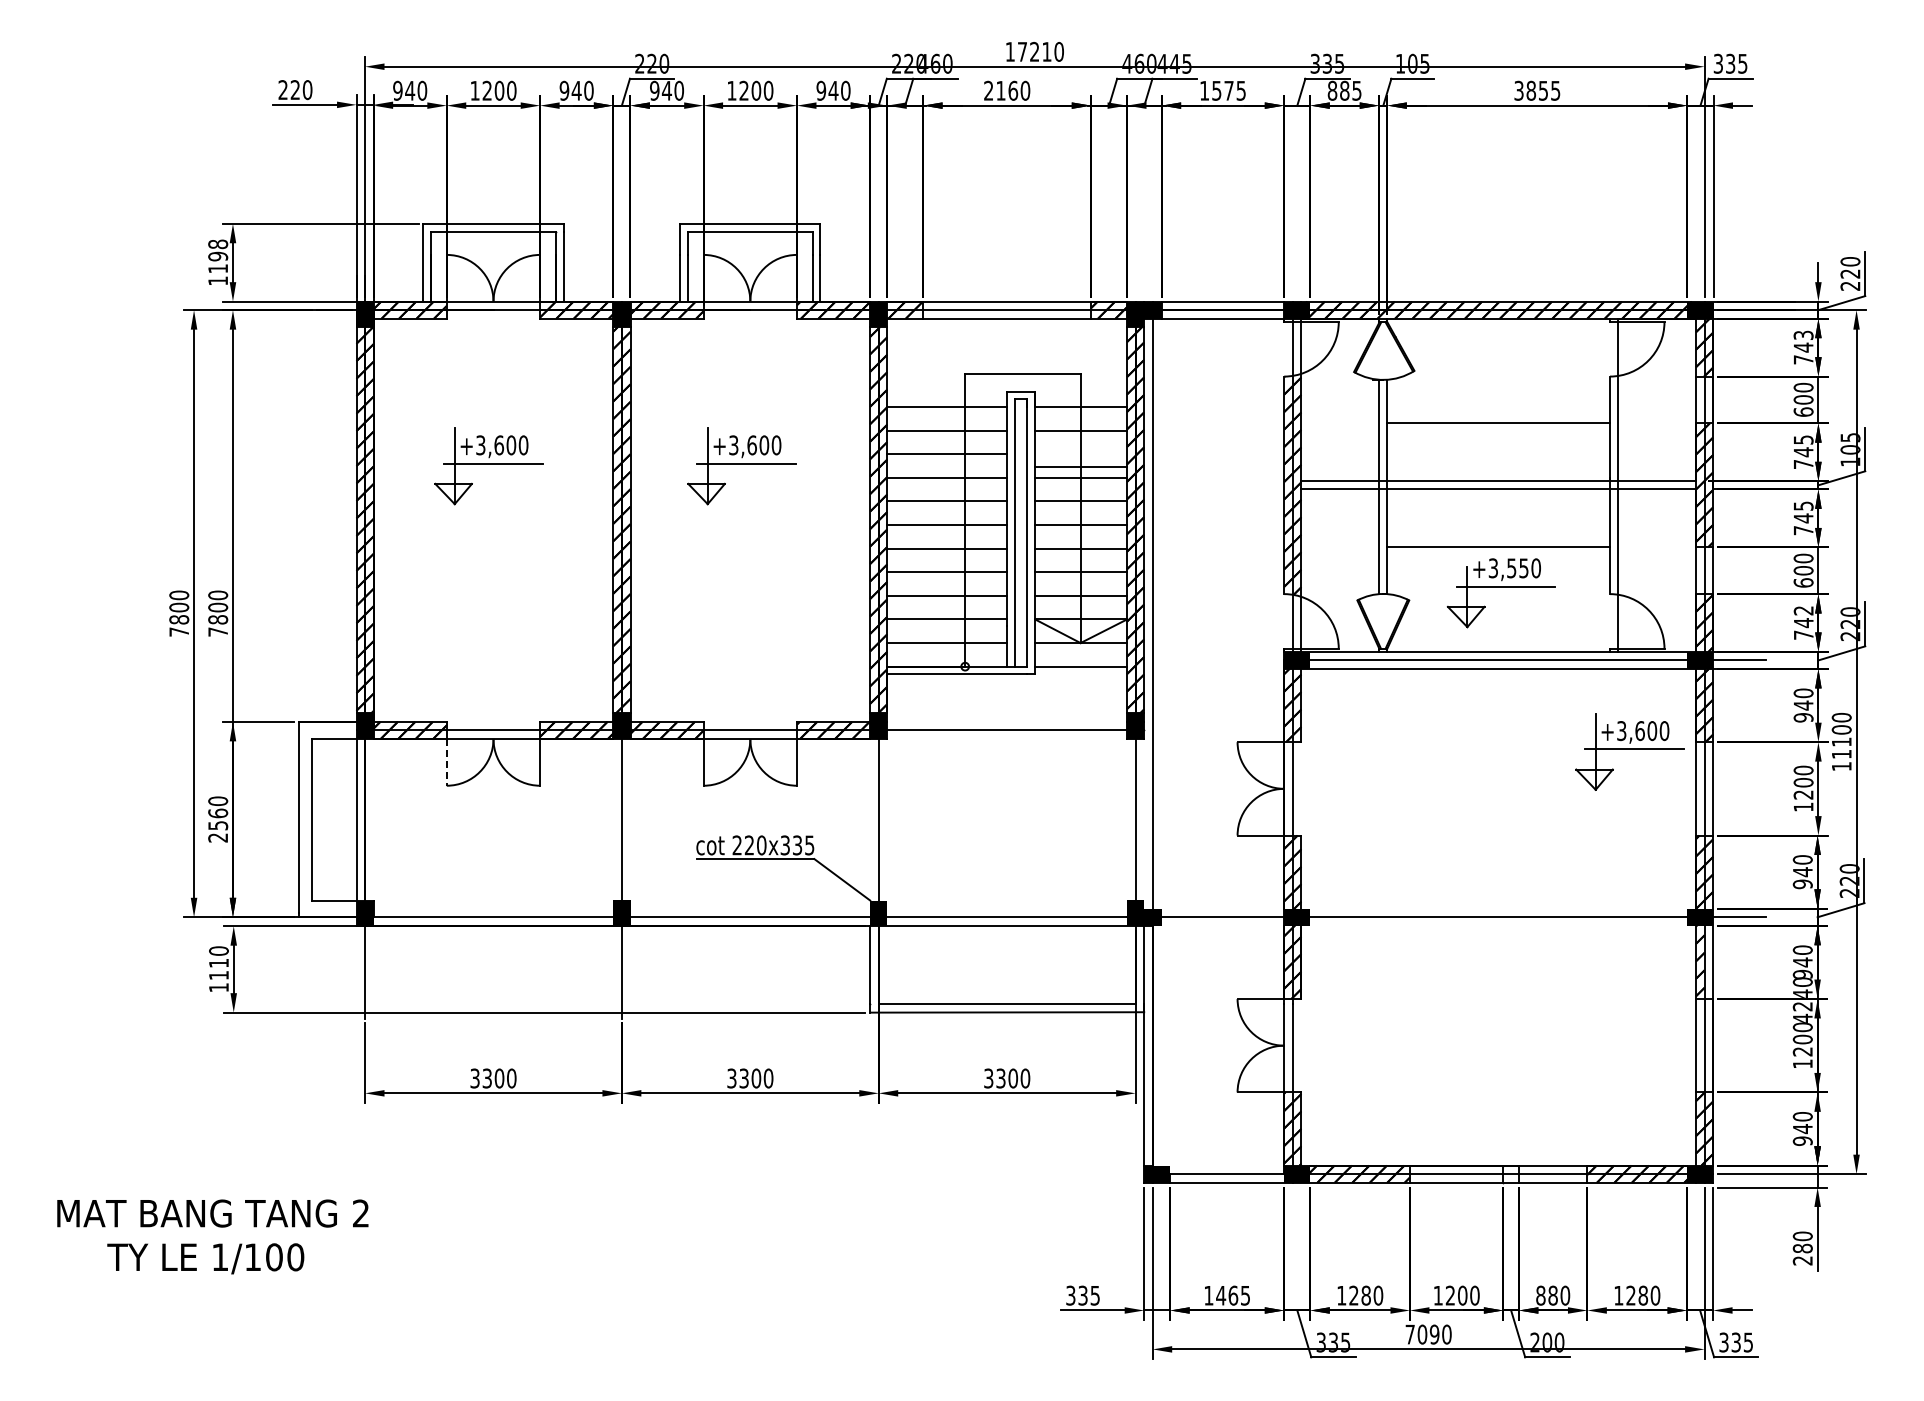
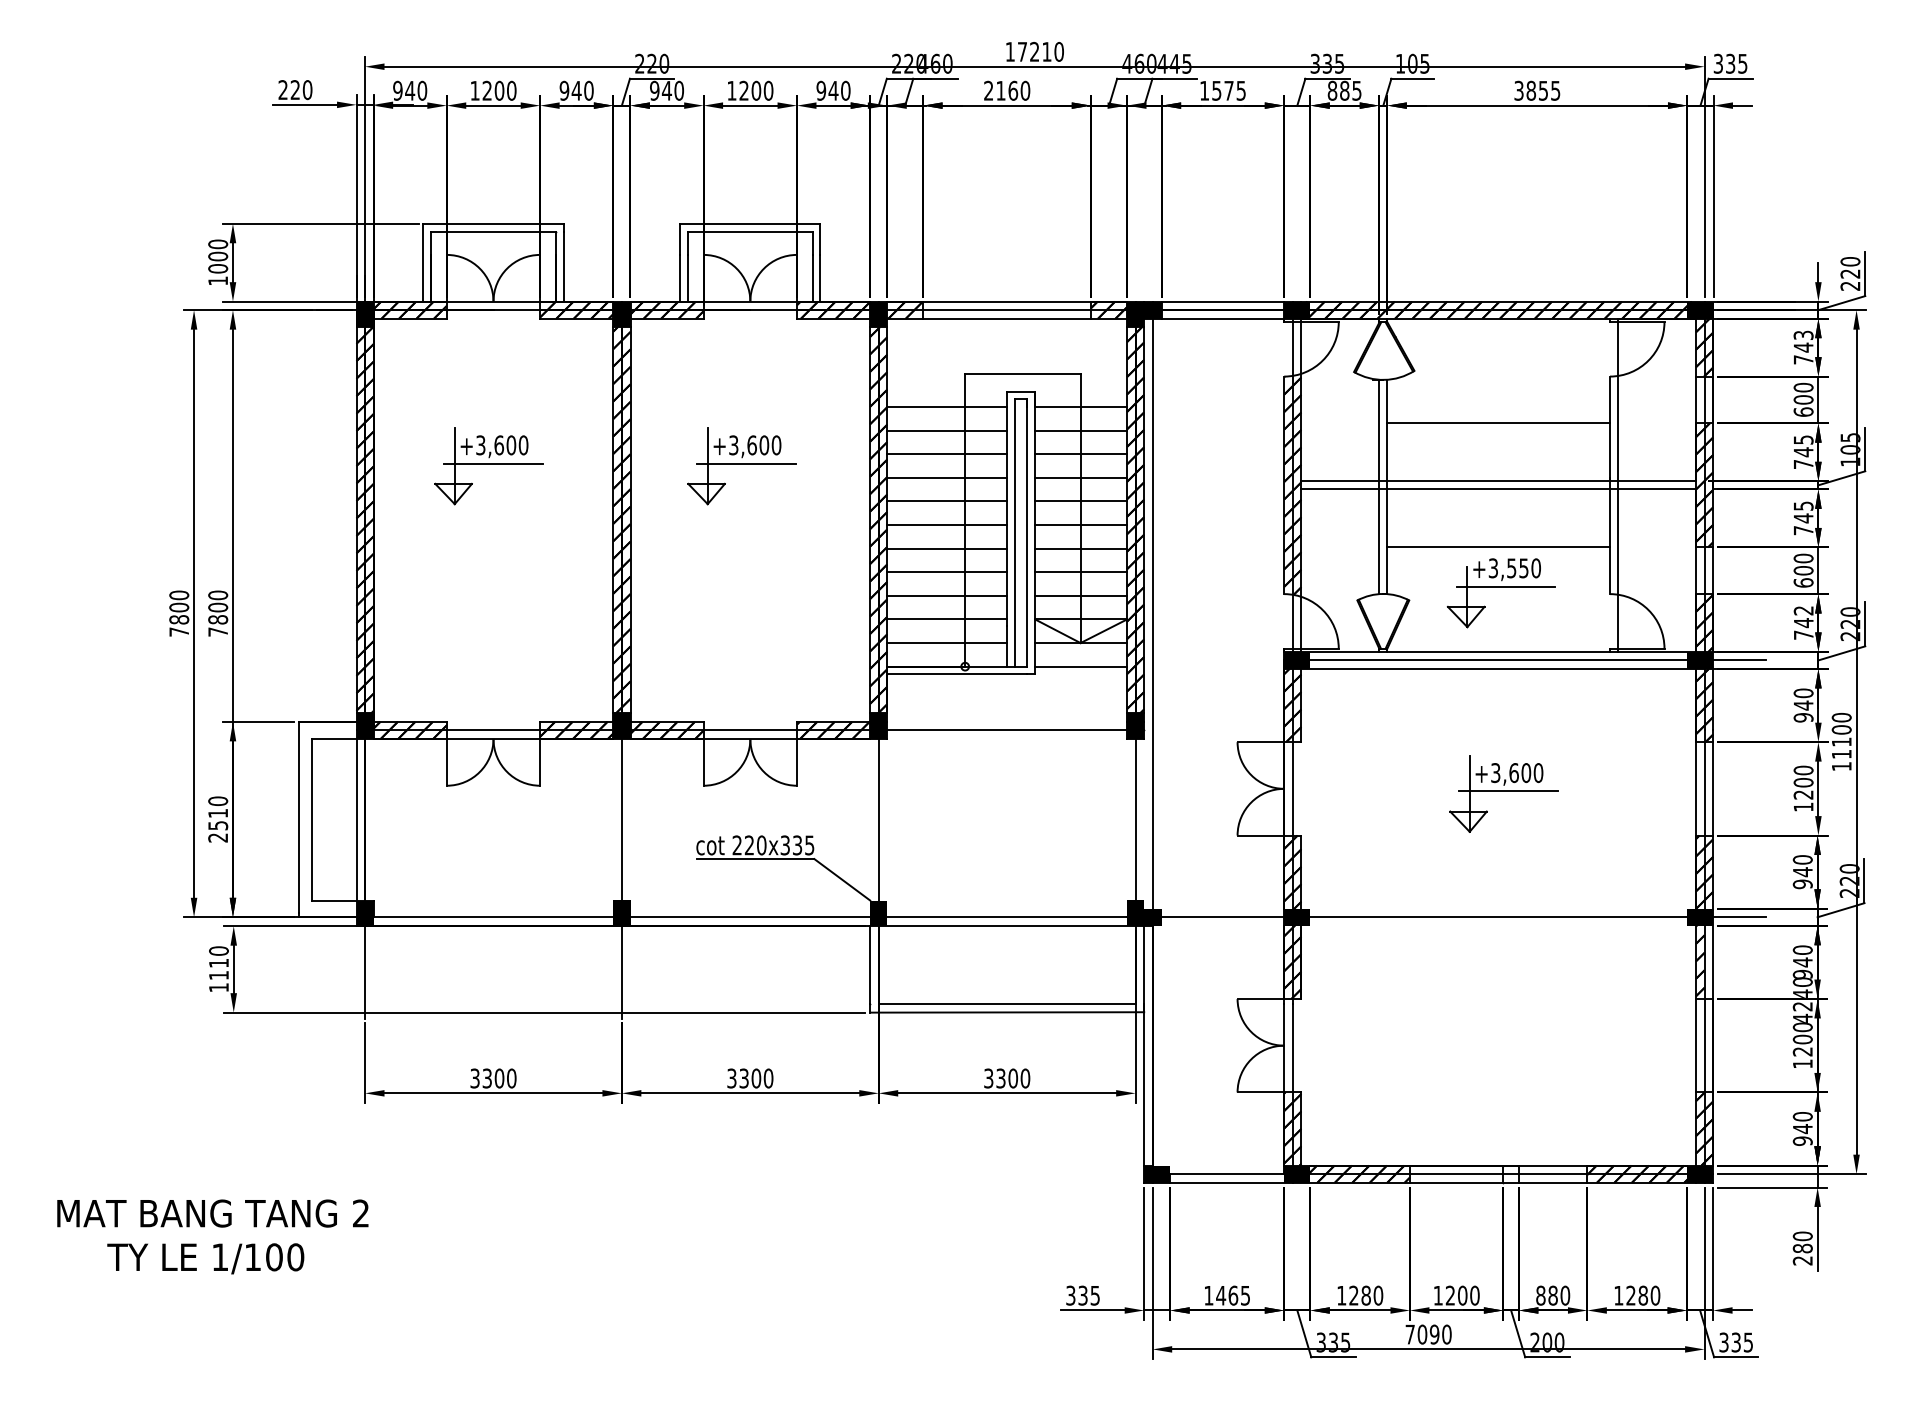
text at (218, 256): 1198 -> 1000
line at (1081, 467) position: (1081, 467) -> (1081, 454)
part at (1629, 751) position: (1629, 751) -> (1503, 793)
line at (446, 762): dashed -> solid
text at (218, 813): 2560 -> 2510
